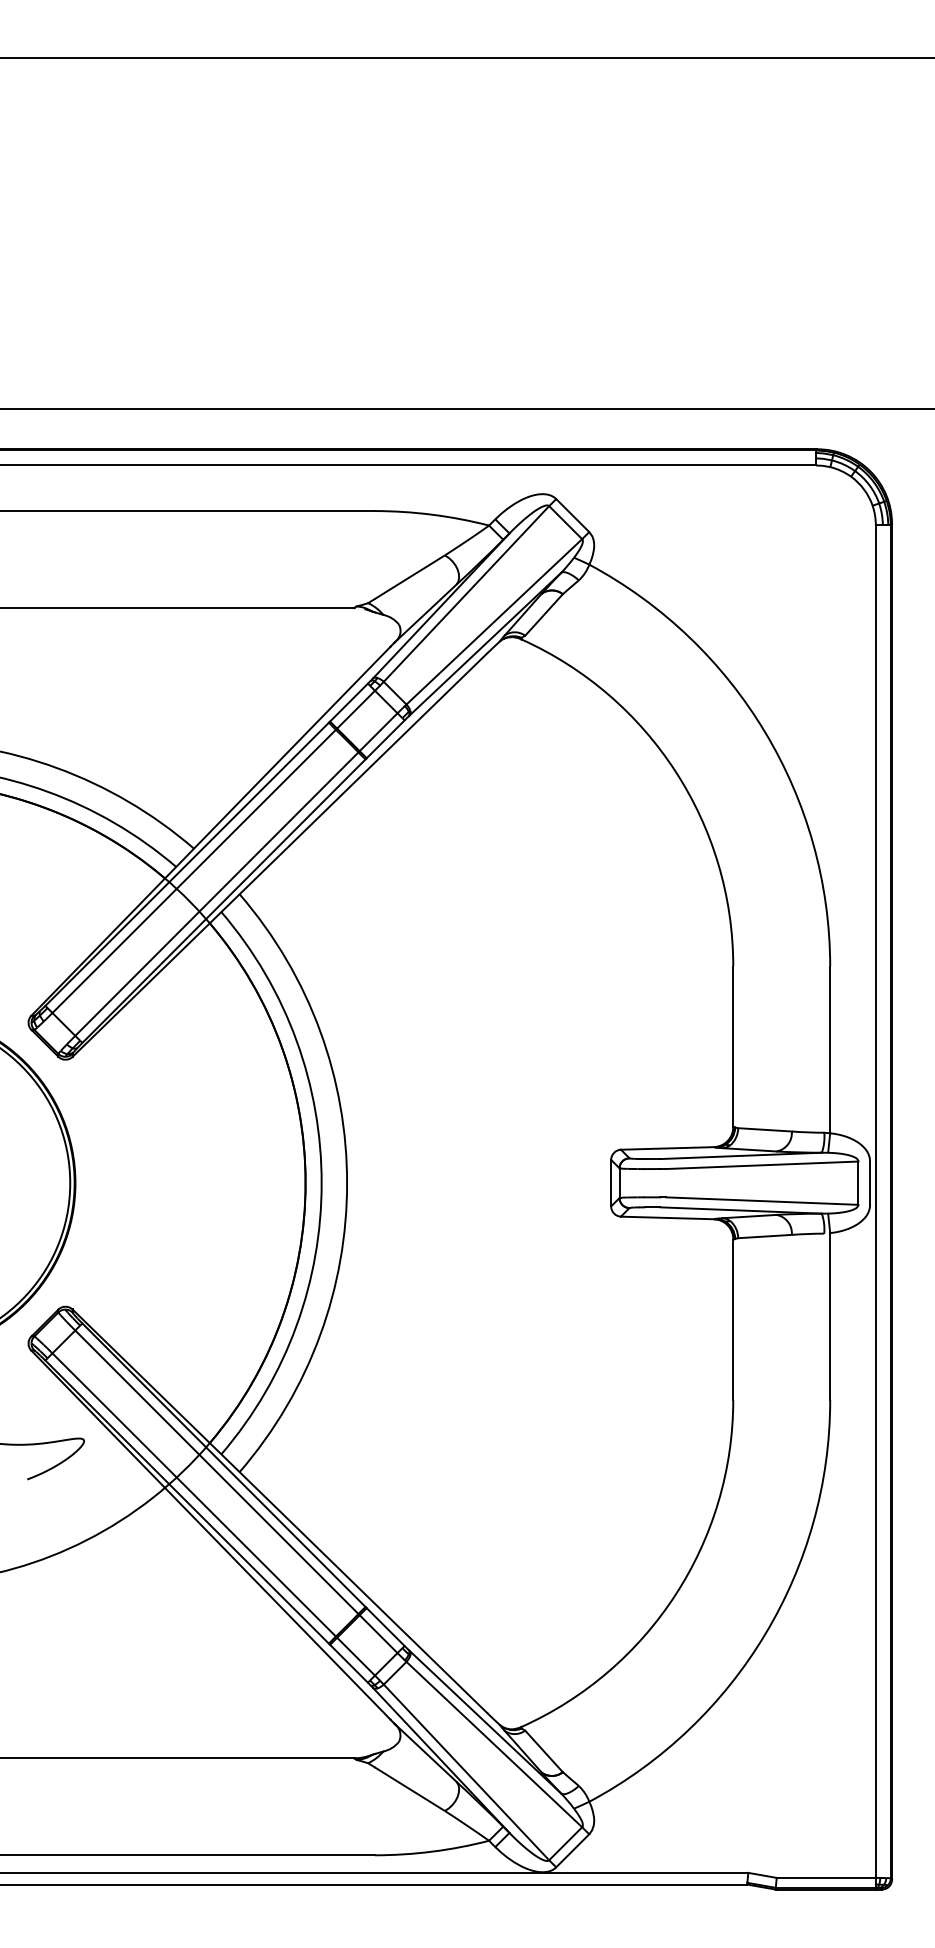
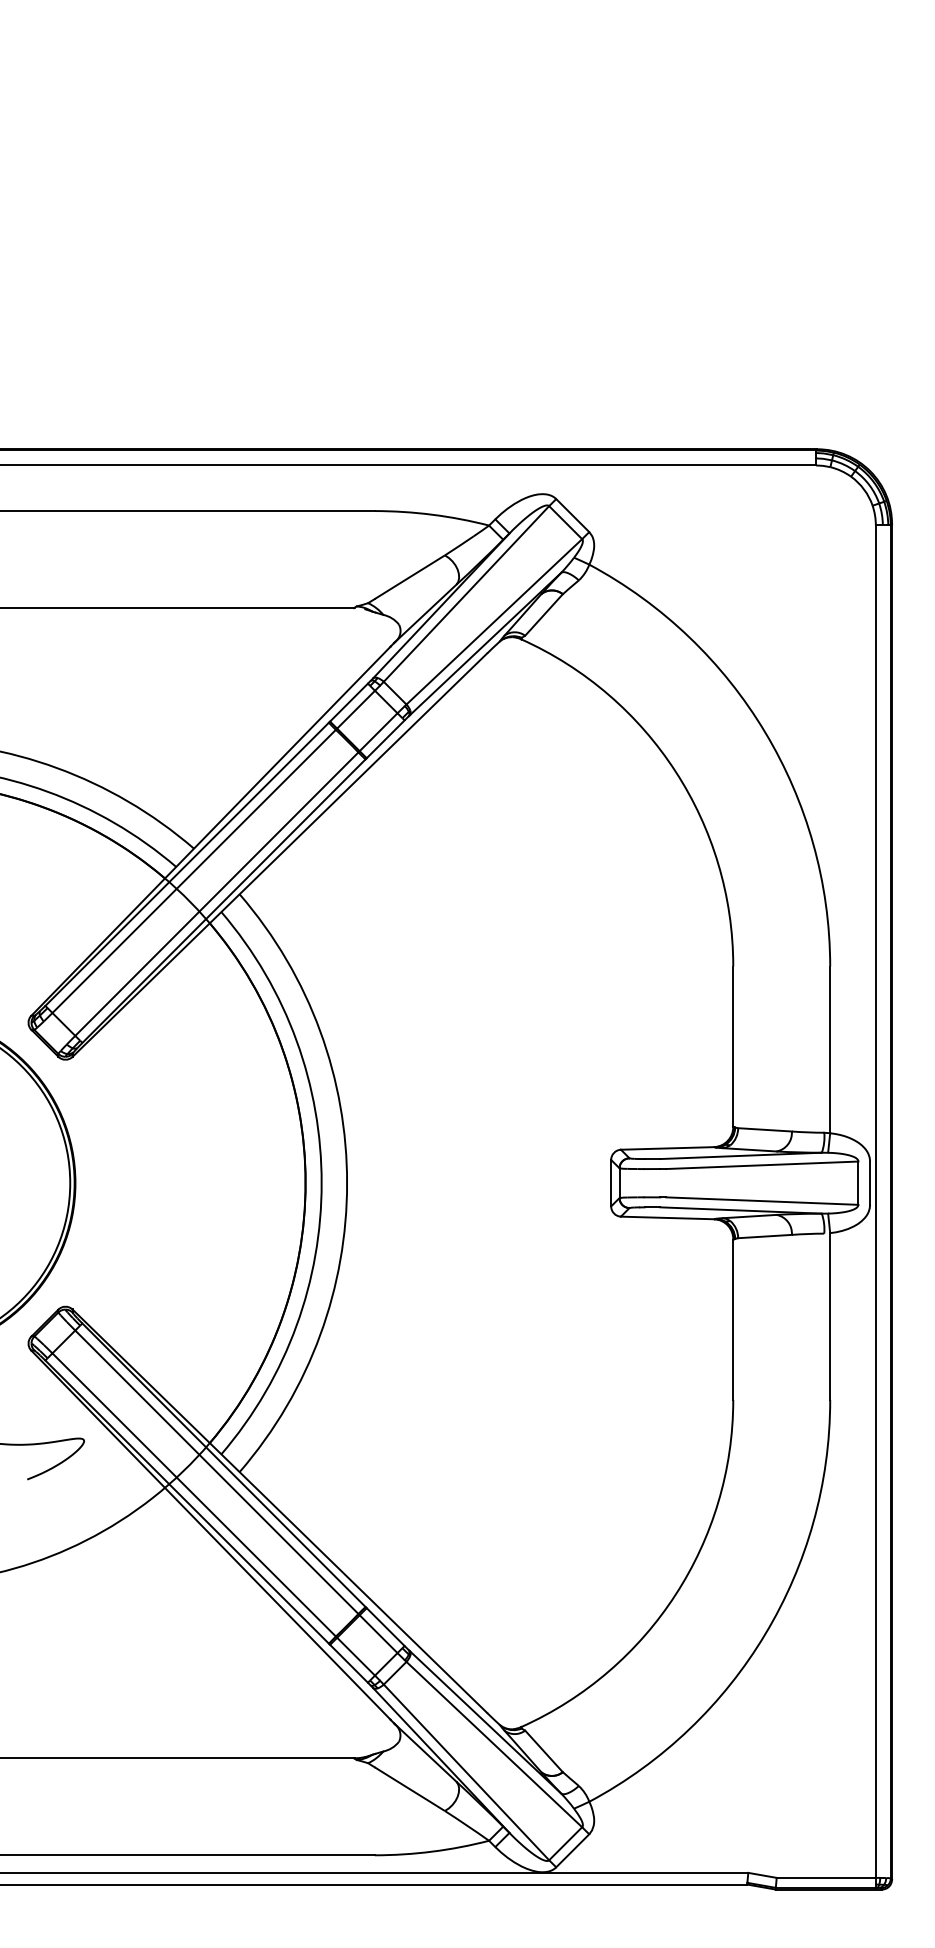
line at (466, 58): present -> none
line at (466, 409): present -> none
